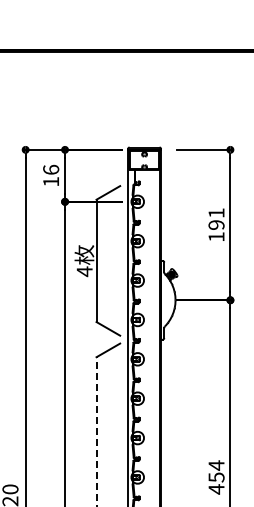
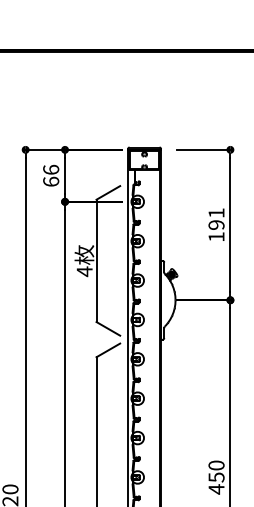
text at (51, 181): 16 -> 66
line at (96, 431): dashed -> solid
text at (216, 465): 454 -> 450
